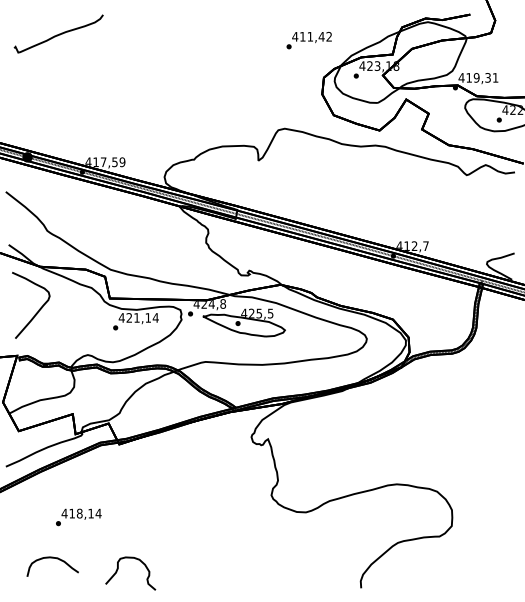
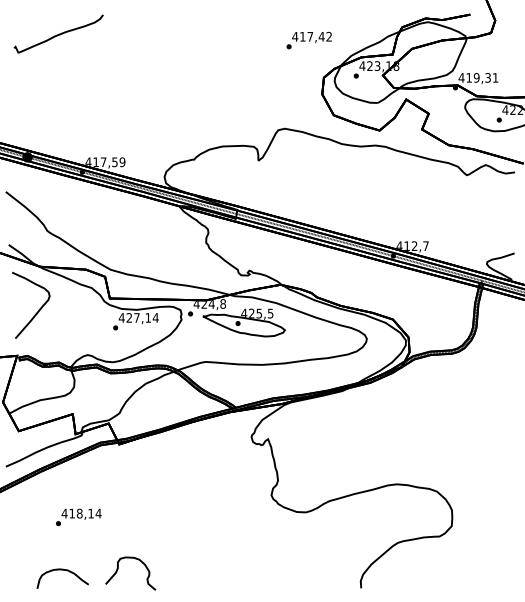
text at (310, 36): 411,42 -> 417,42
text at (136, 317): 421,14 -> 427,14
curve at (52, 558) position: (52, 558) -> (62, 570)
